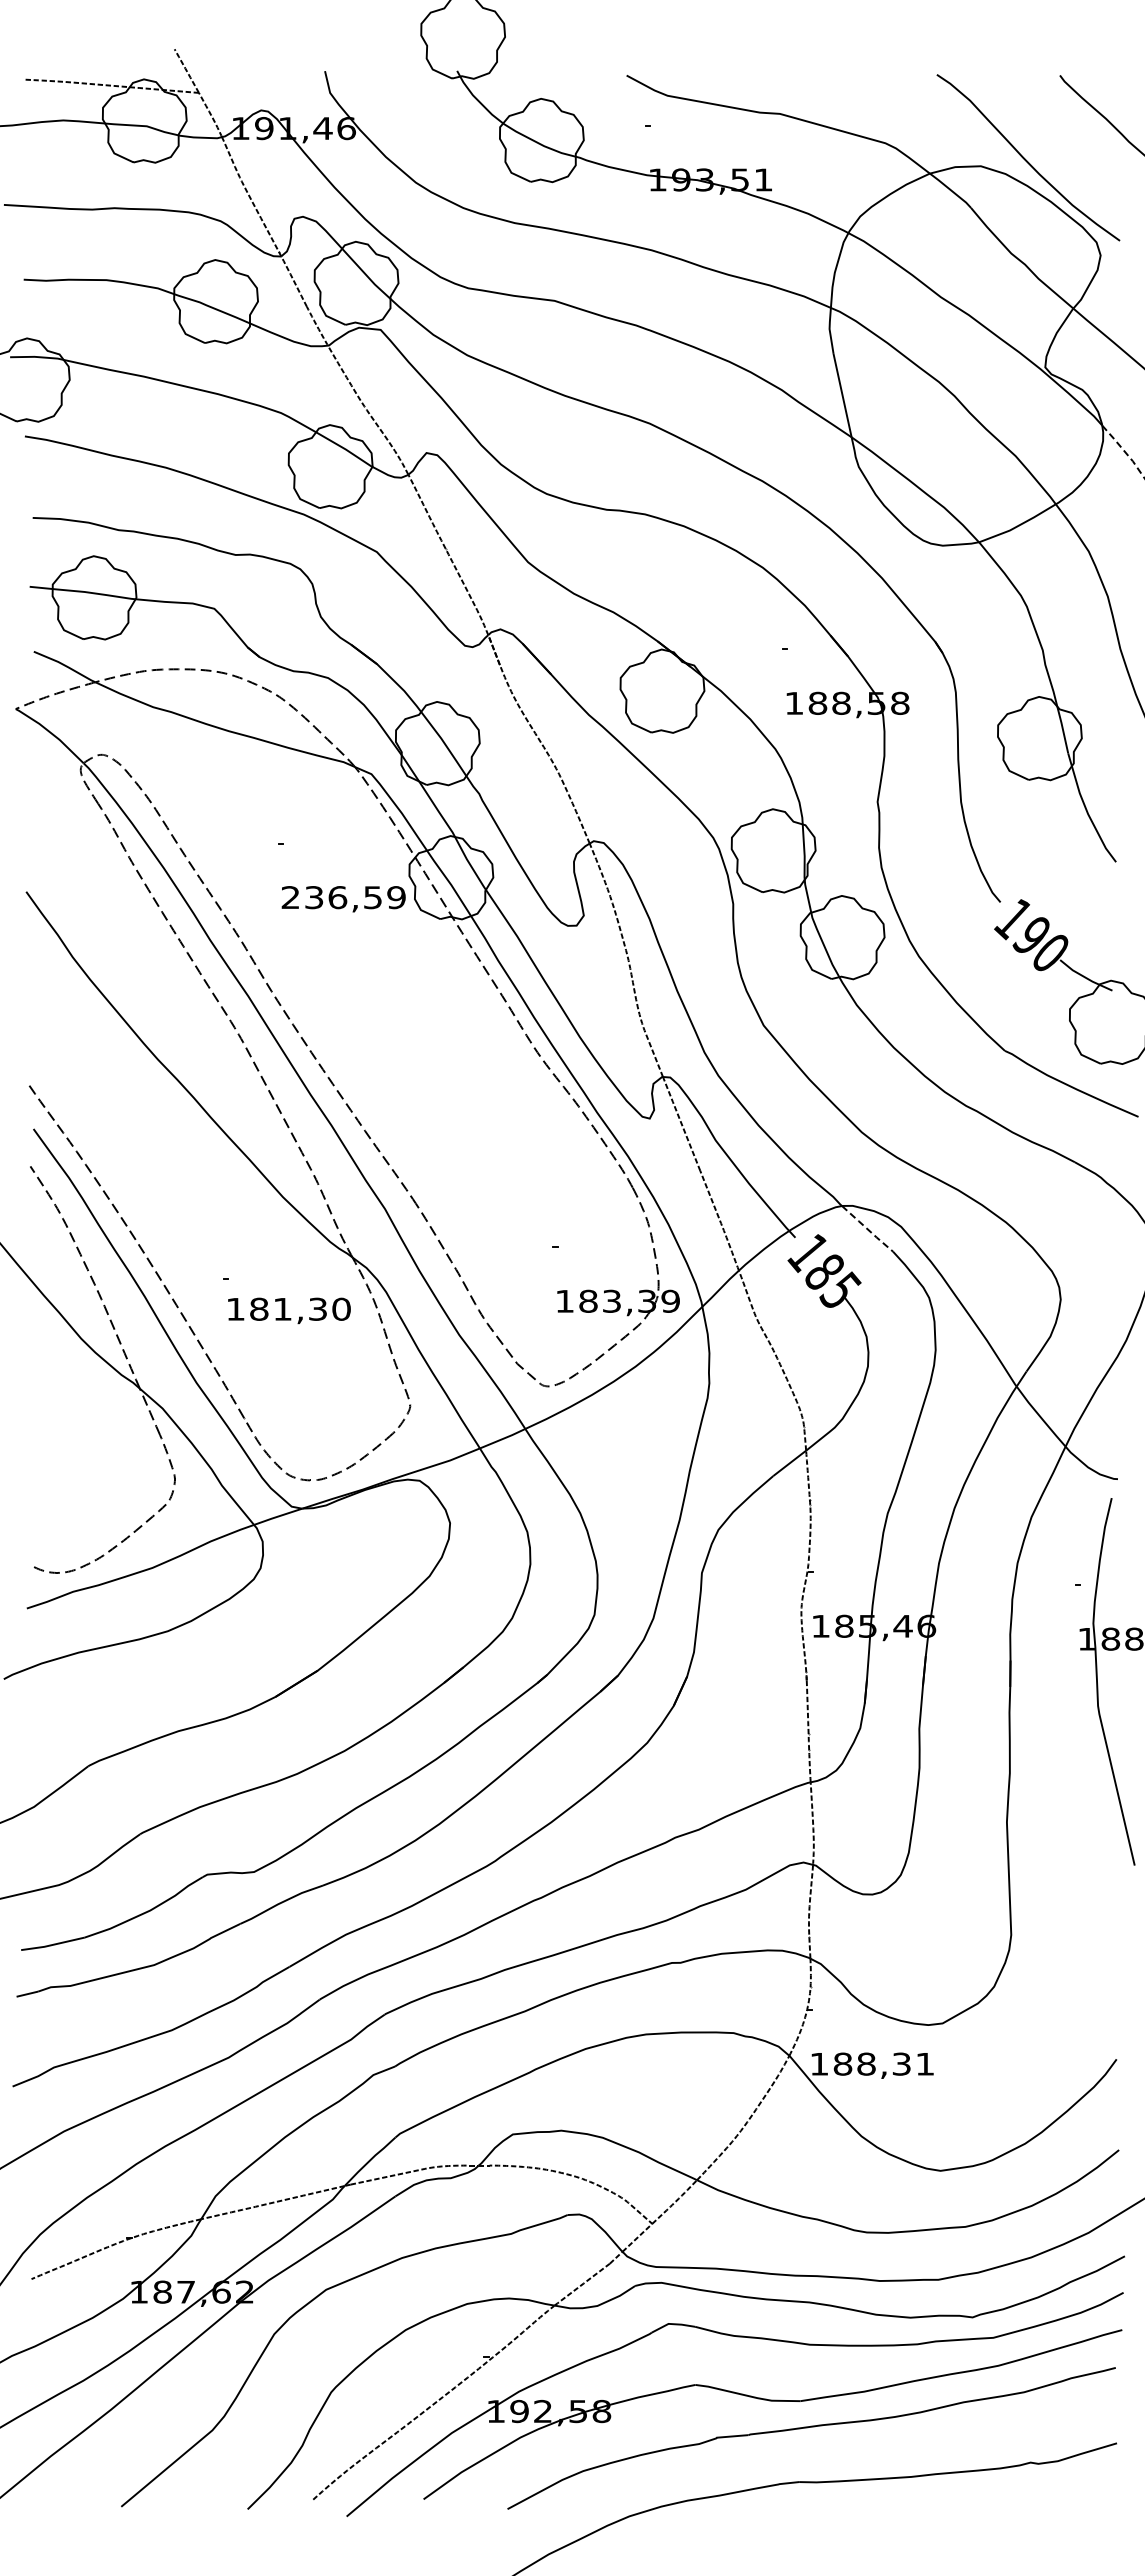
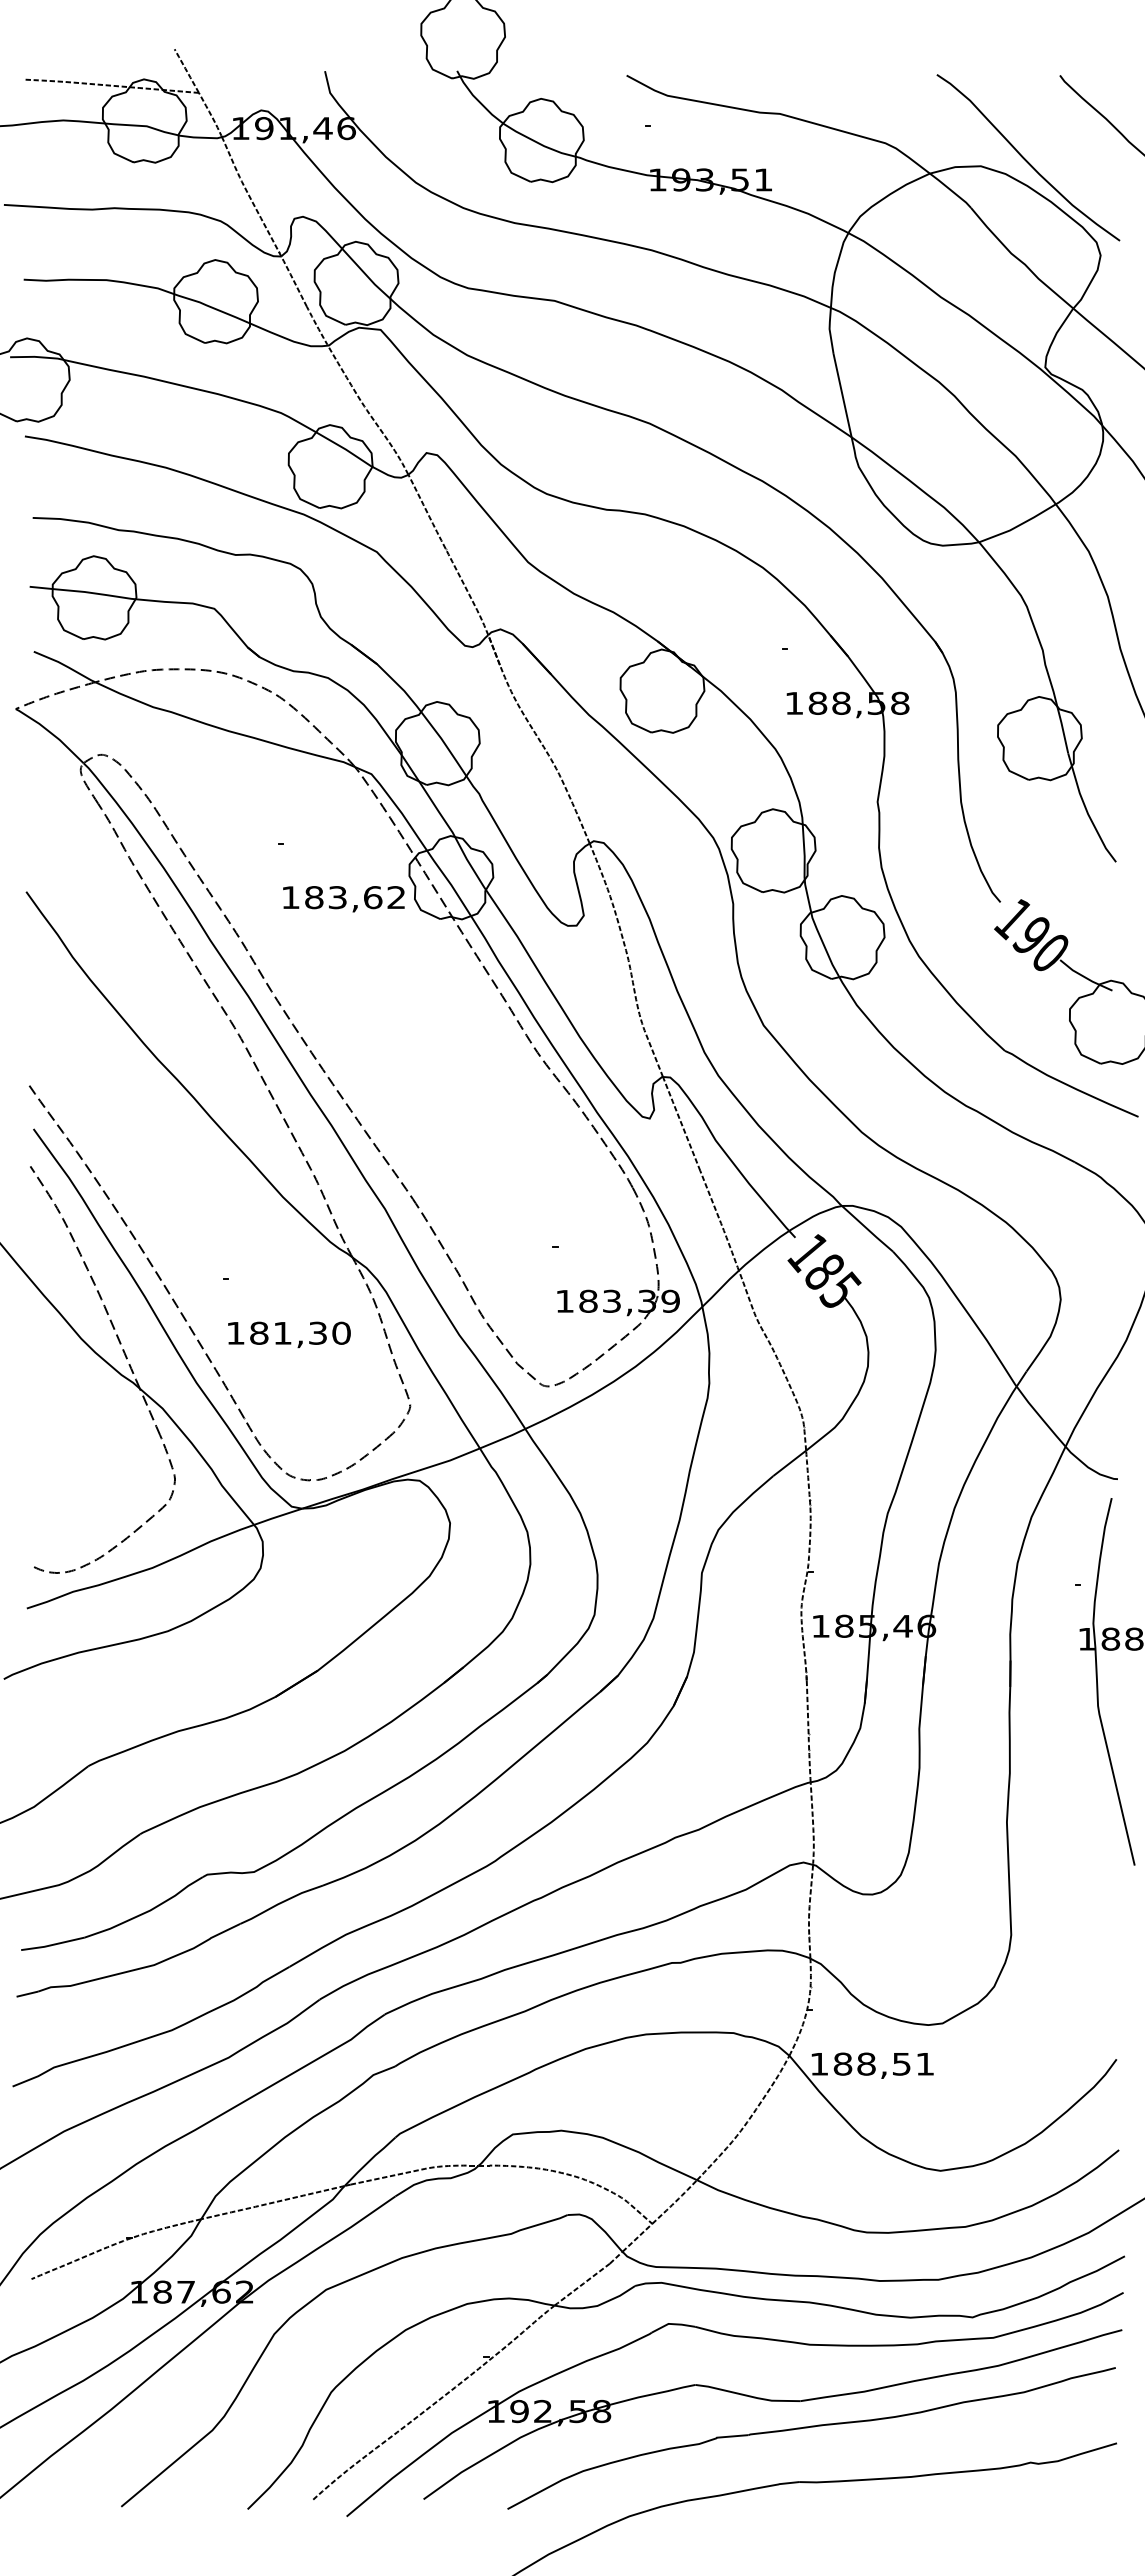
line at (1124, 451): dashed -> solid
text at (343, 897): 236,59 -> 183,62
line at (867, 1229): dashed -> solid
text at (289, 1310) position: (289, 1310) -> (289, 1334)
text at (901, 2063): 188,31 -> 188,51
